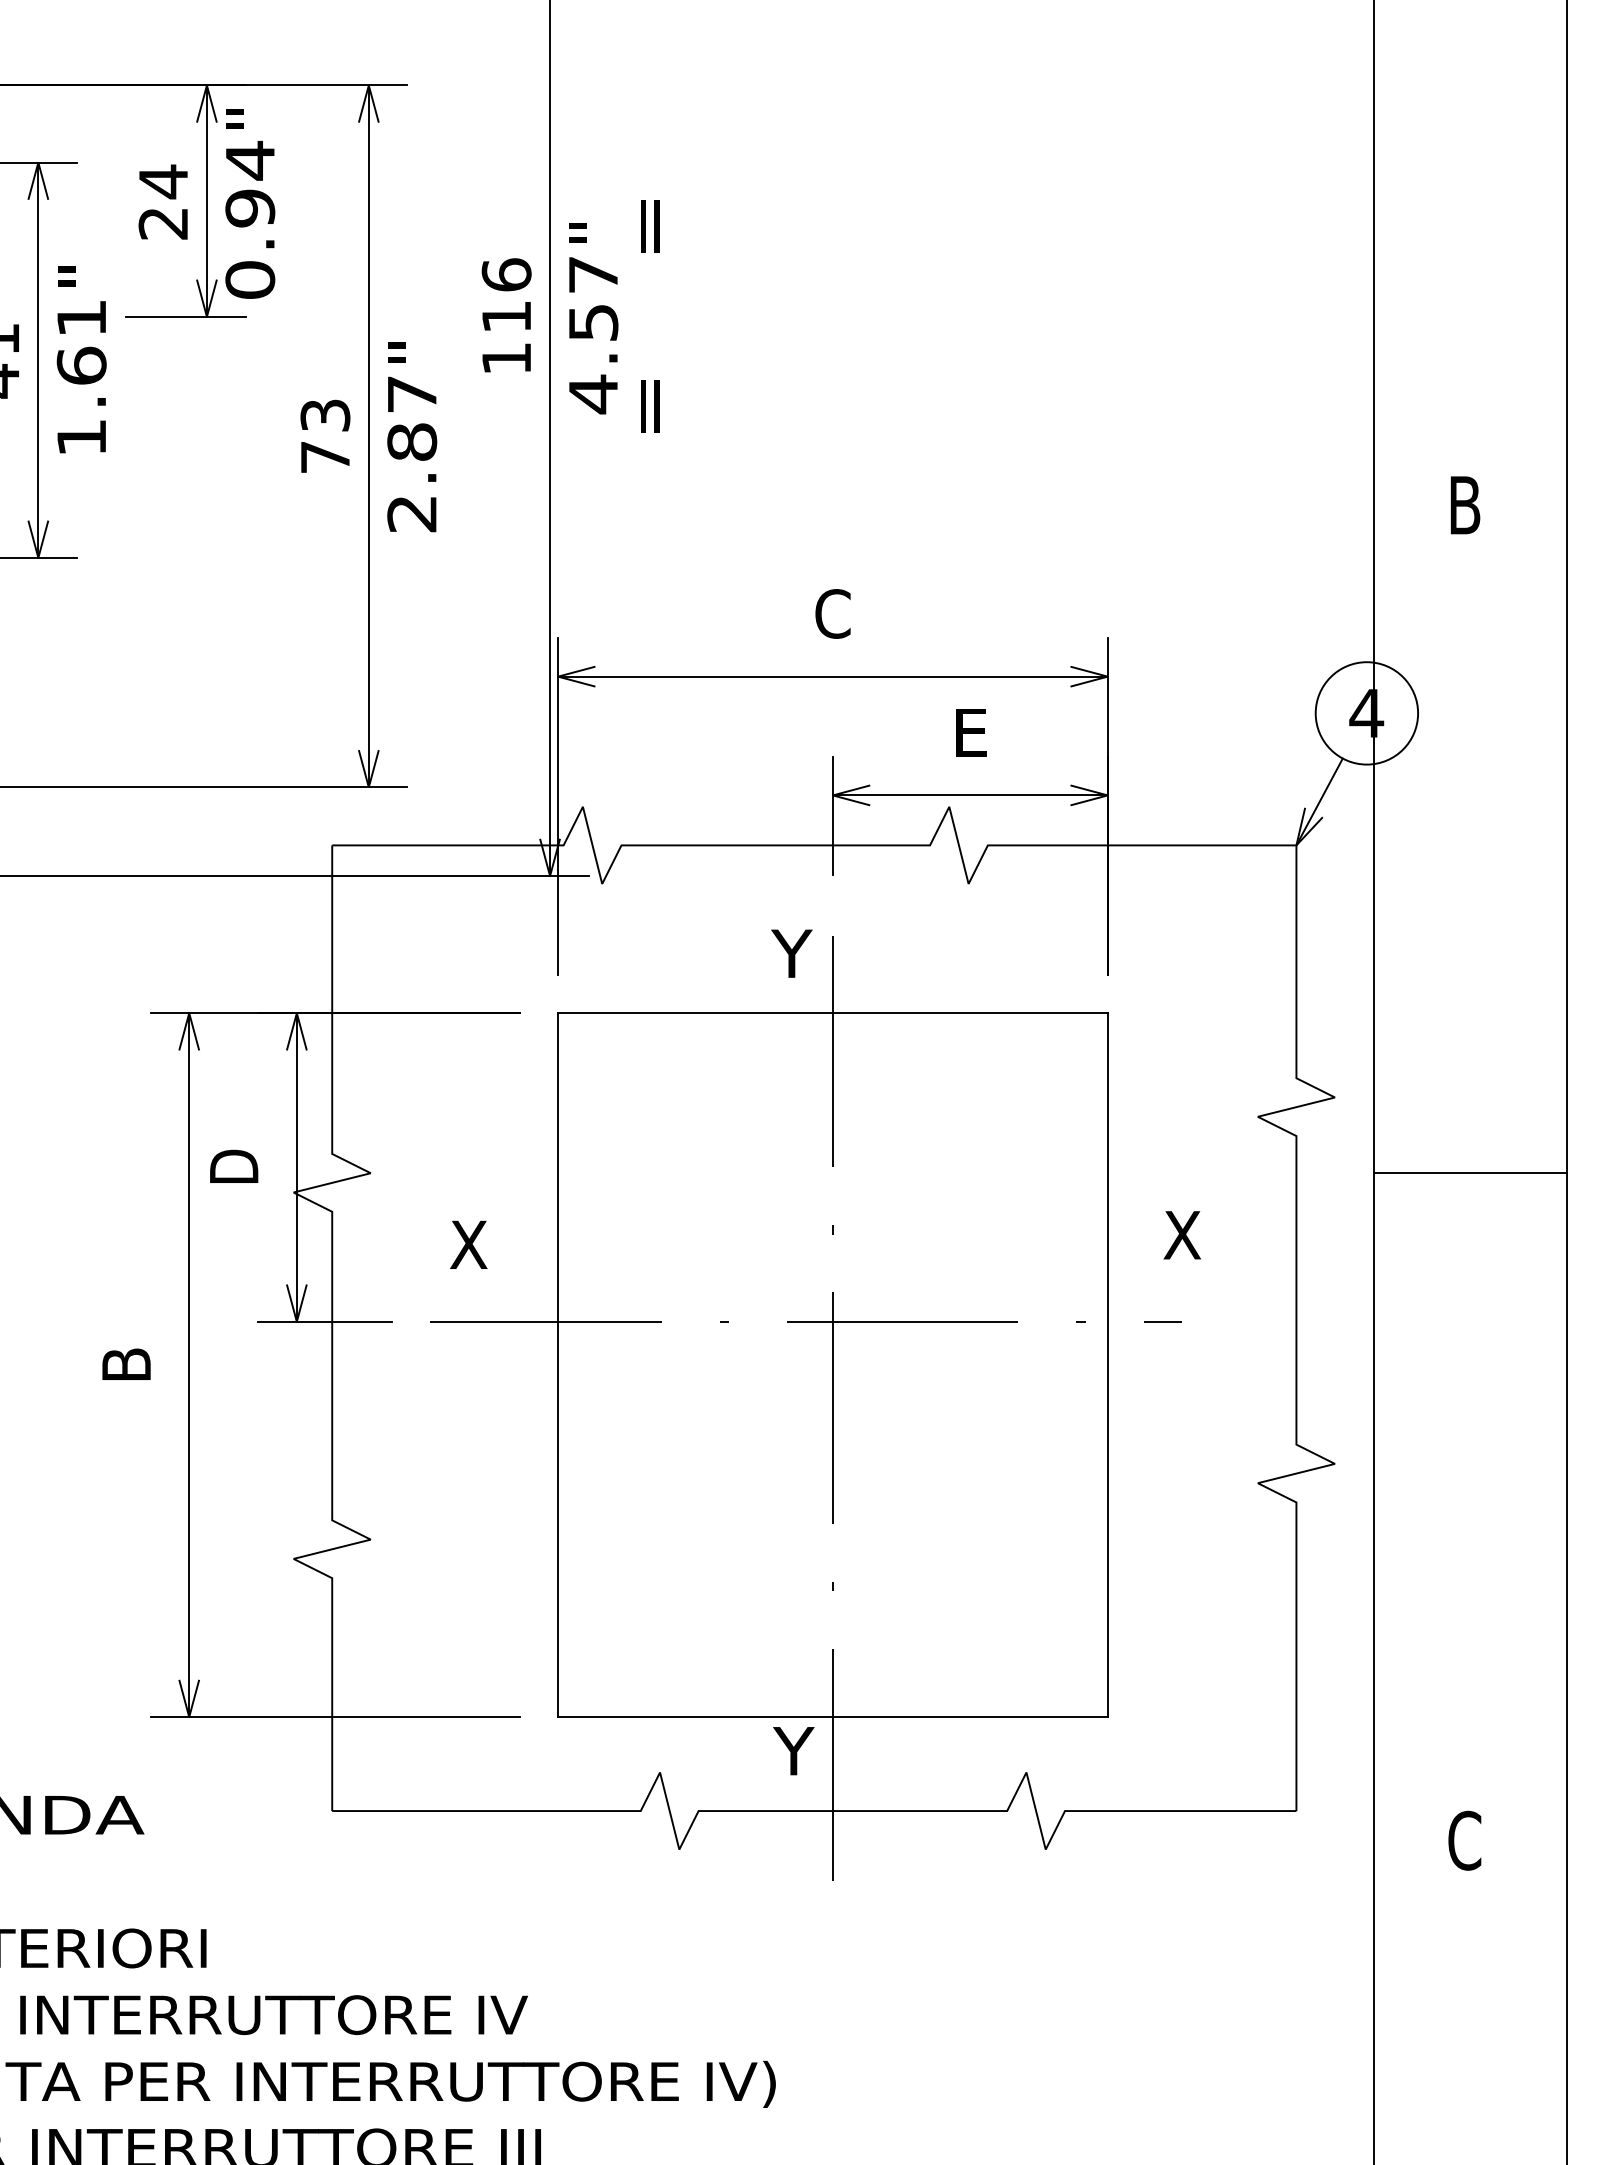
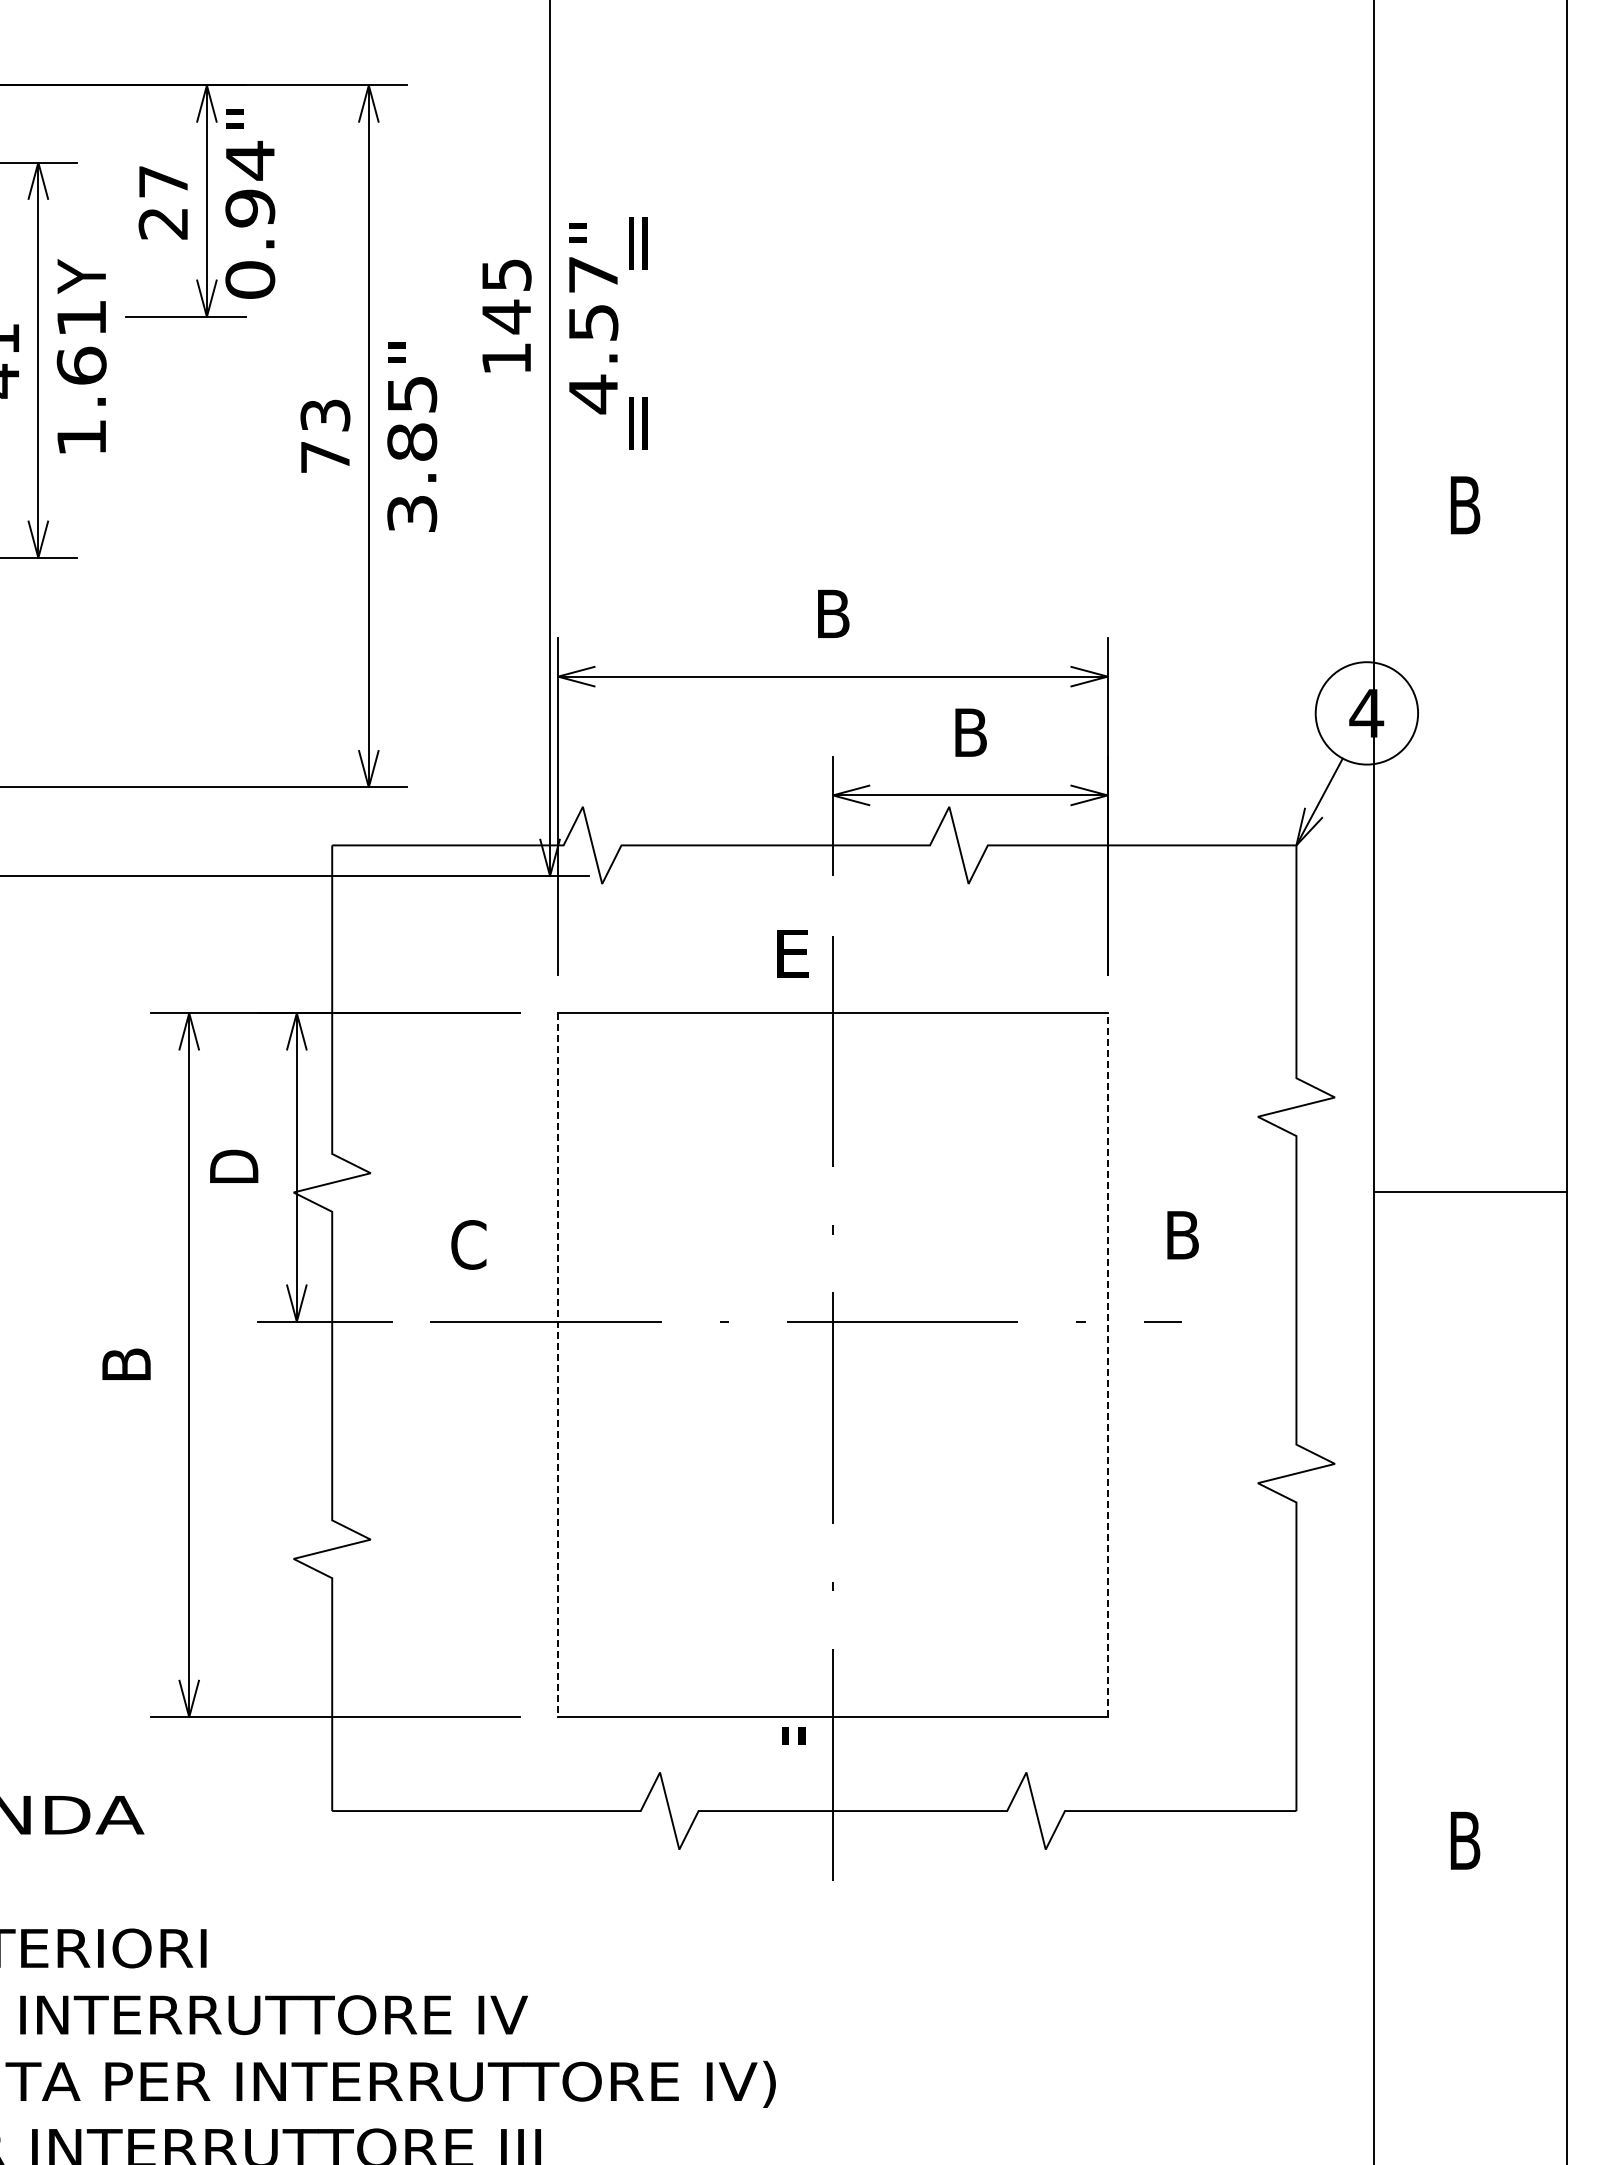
text at (163, 181): 24 -> 27
text at (81, 276): " -> Y
text at (506, 296): 116 -> 145
text at (650, 316) position: (650, 316) -> (638, 333)
text at (412, 454): 2.87 -> 3.85
text at (832, 613): C -> B
text at (970, 732): E -> B
text at (791, 953): Y -> E
line at (1469, 1173) position: (1469, 1173) -> (1469, 1192)
text at (1182, 1235): X -> B
text at (468, 1244): X -> C
line at (558, 1365): solid -> dashed
line at (1107, 1365): solid -> dashed
text at (793, 1751): Y -> "
text at (1464, 1840): C -> B
